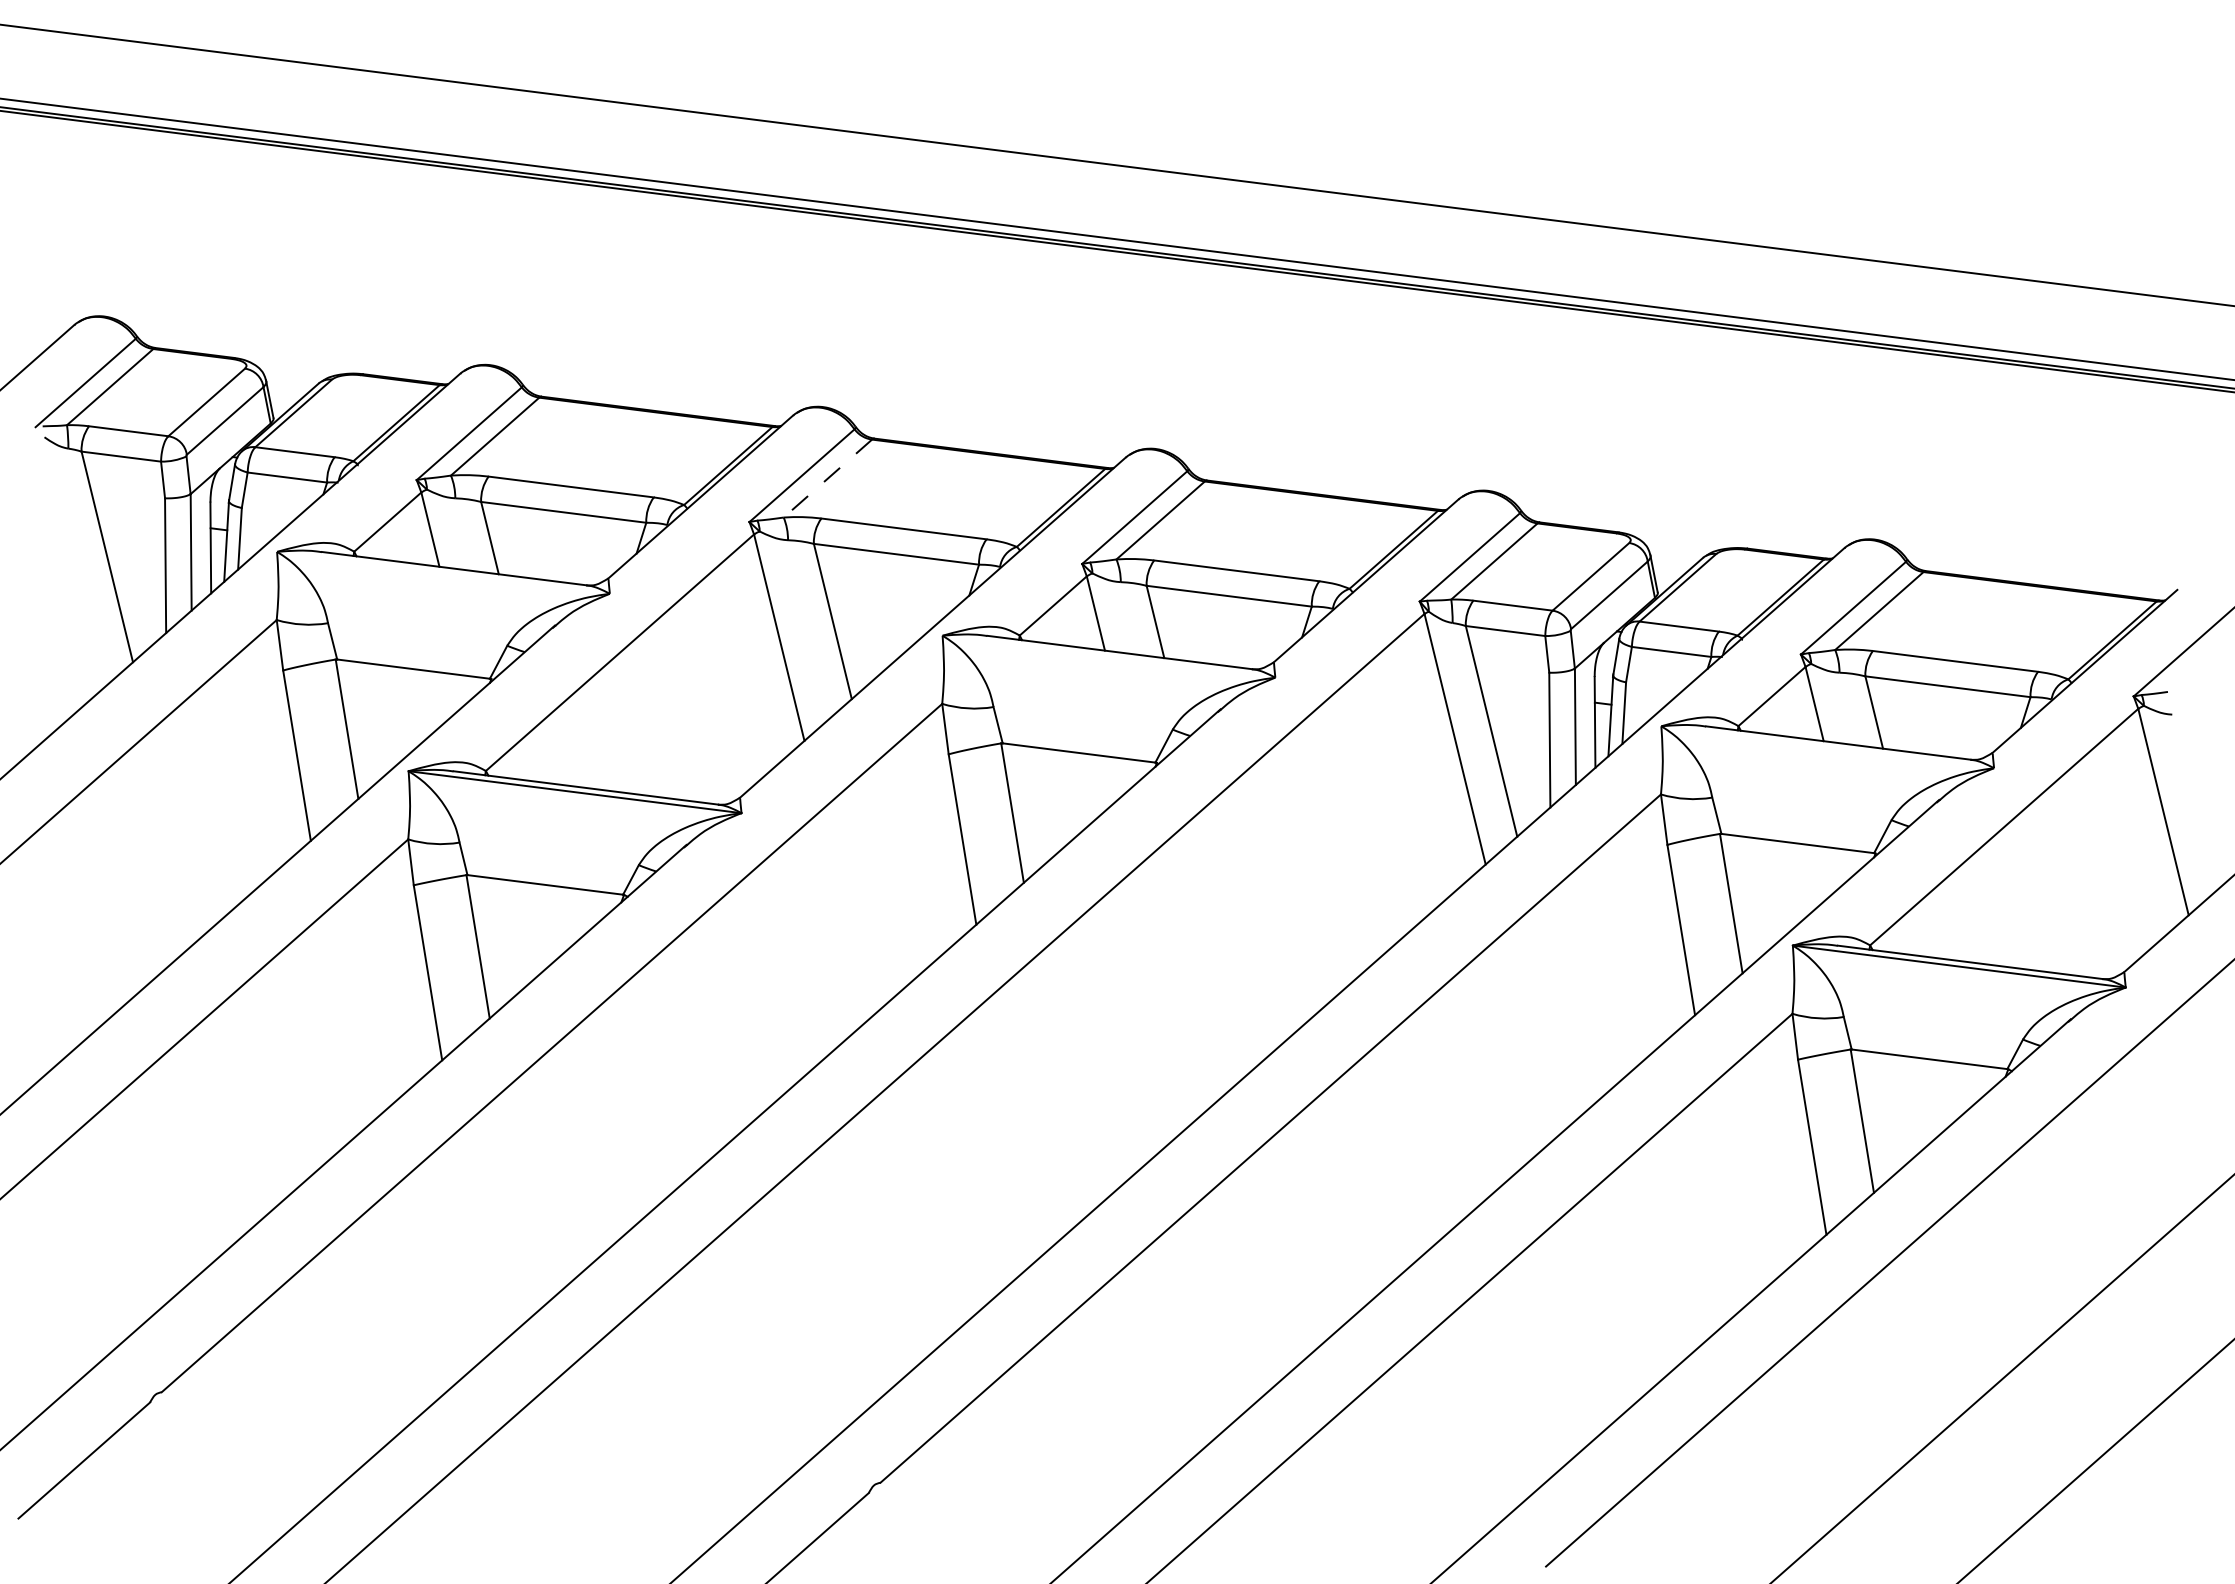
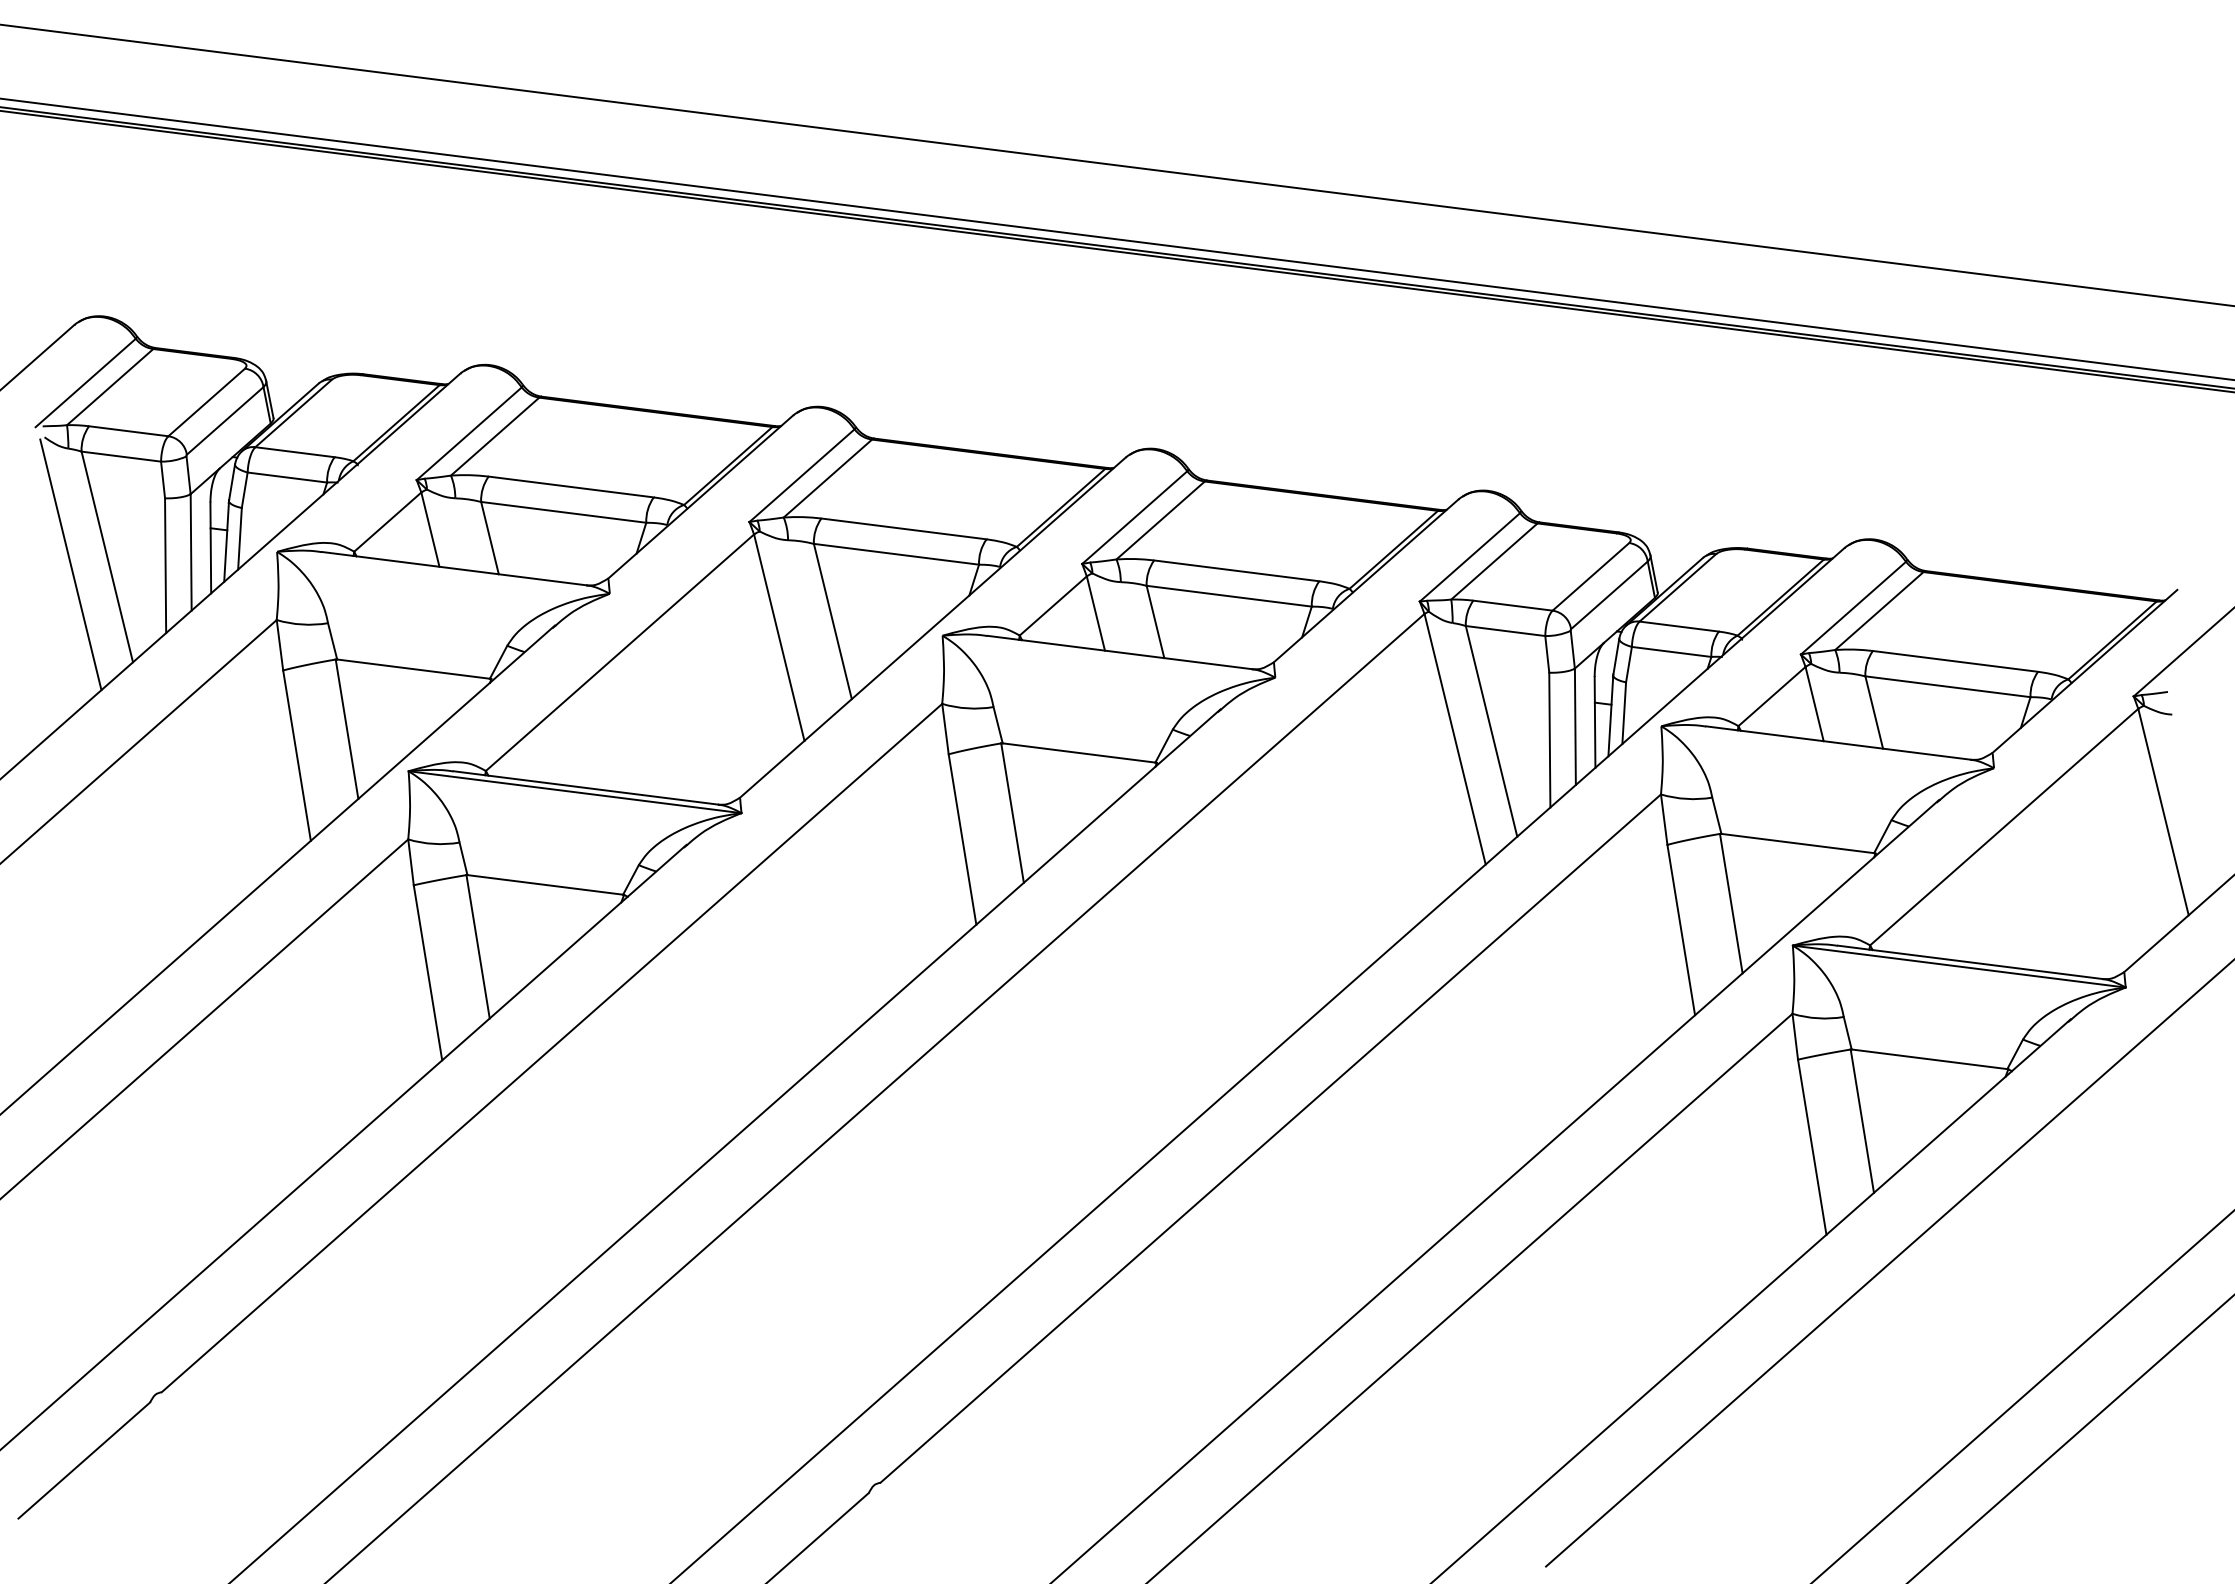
line at (827, 478): dashed -> solid
line at (70, 564): none -> present
line at (2002, 1378) position: (2002, 1378) -> (2022, 1396)
line at (2095, 1460) position: (2095, 1460) -> (2070, 1438)
